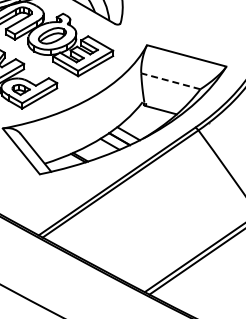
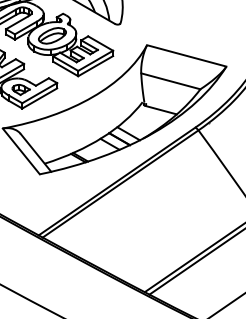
line at (170, 81): dashed -> solid
line at (227, 305): none -> present
